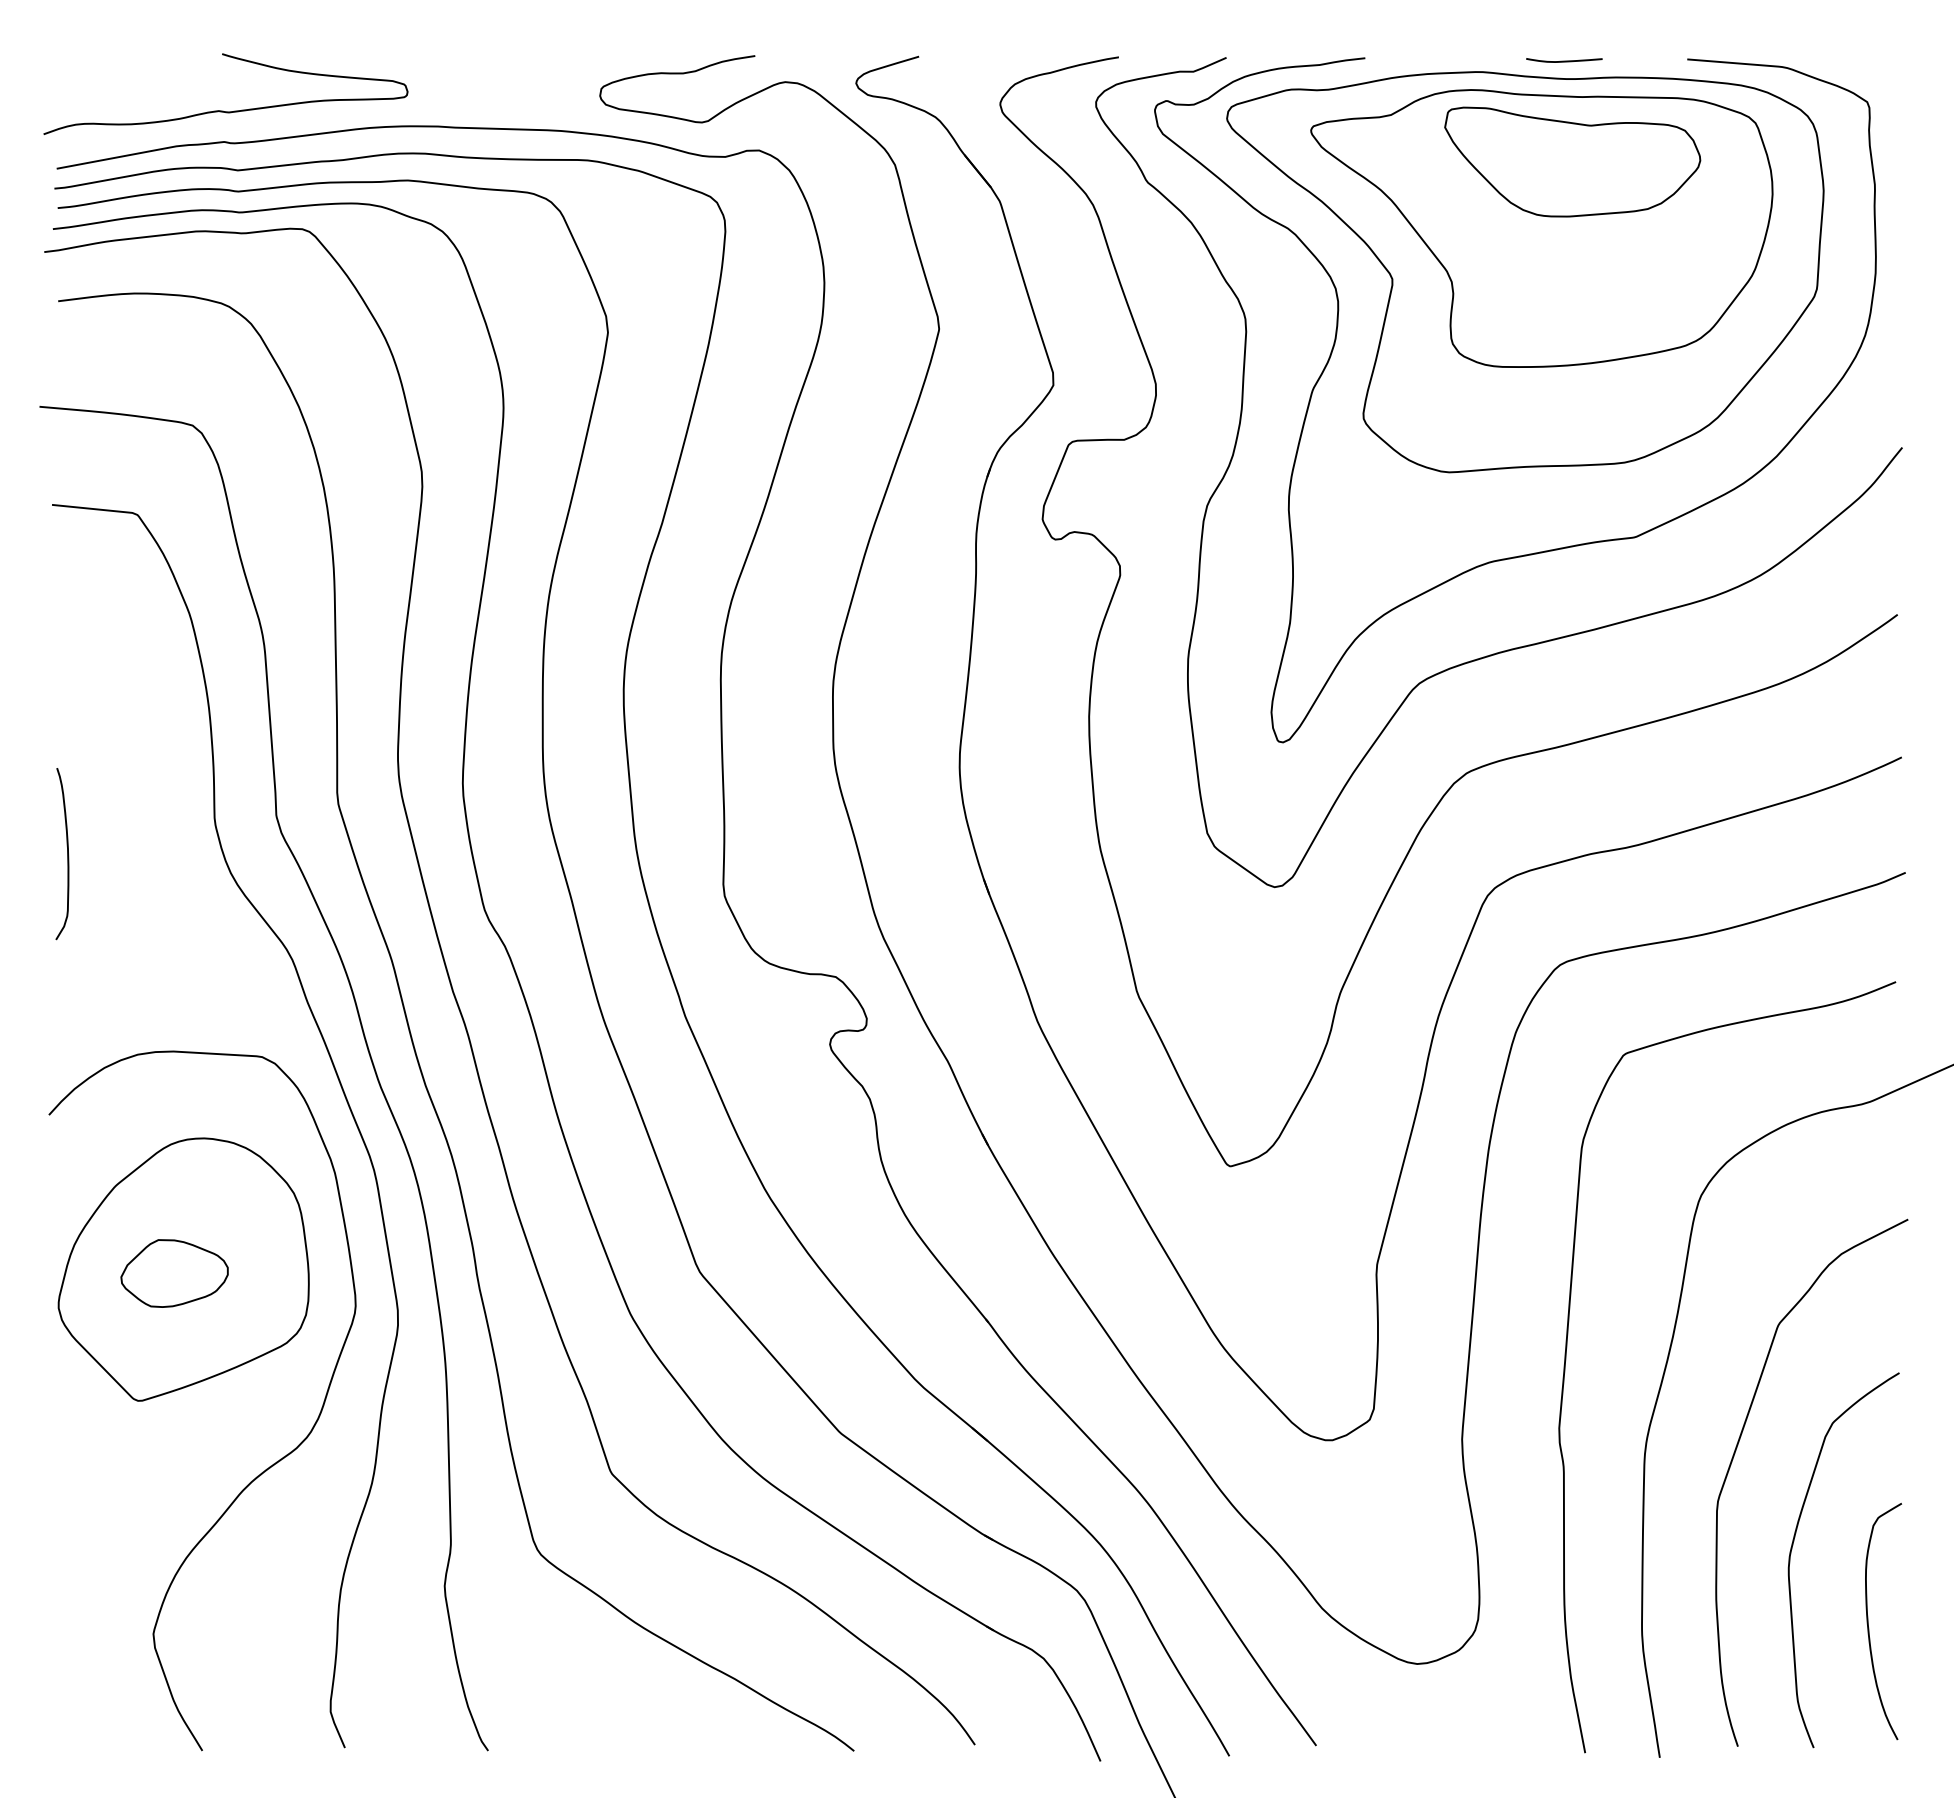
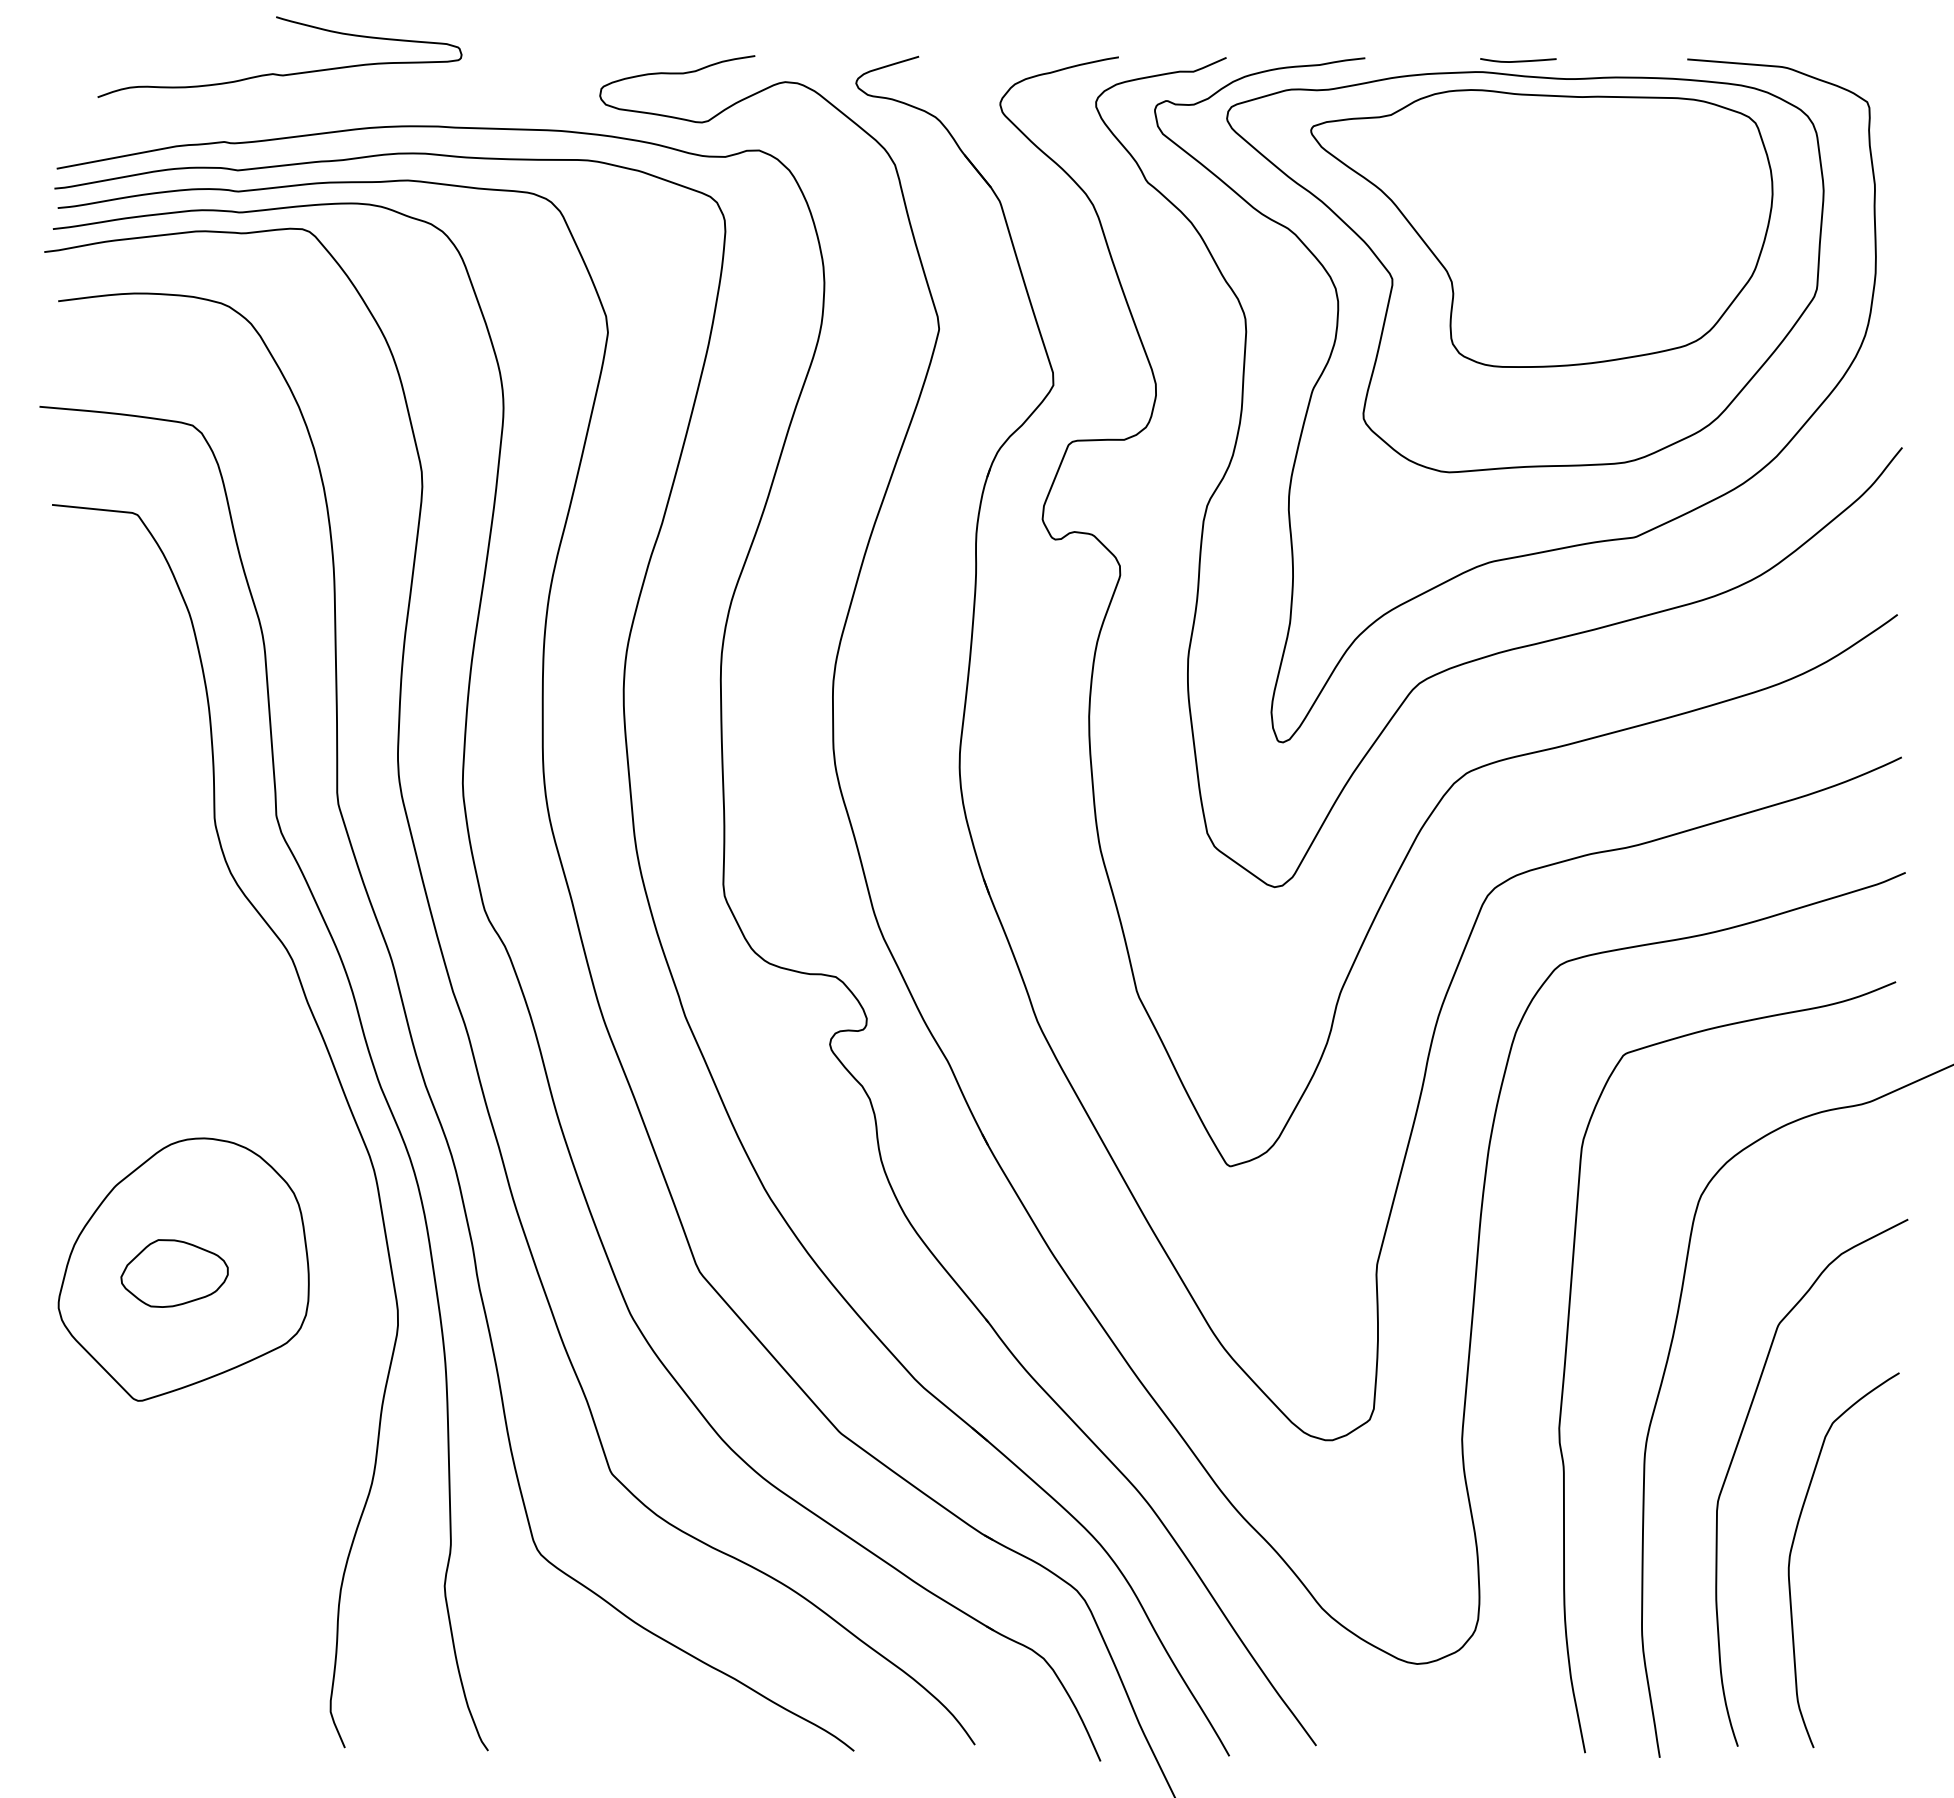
curve at (1564, 60) position: (1564, 60) -> (1518, 60)
curve at (223, 110) position: (223, 110) -> (277, 73)
part at (1572, 161): present -> none
curve at (67, 854): present -> none
curve at (262, 1471): present -> none
curve at (1868, 1621): present -> none
